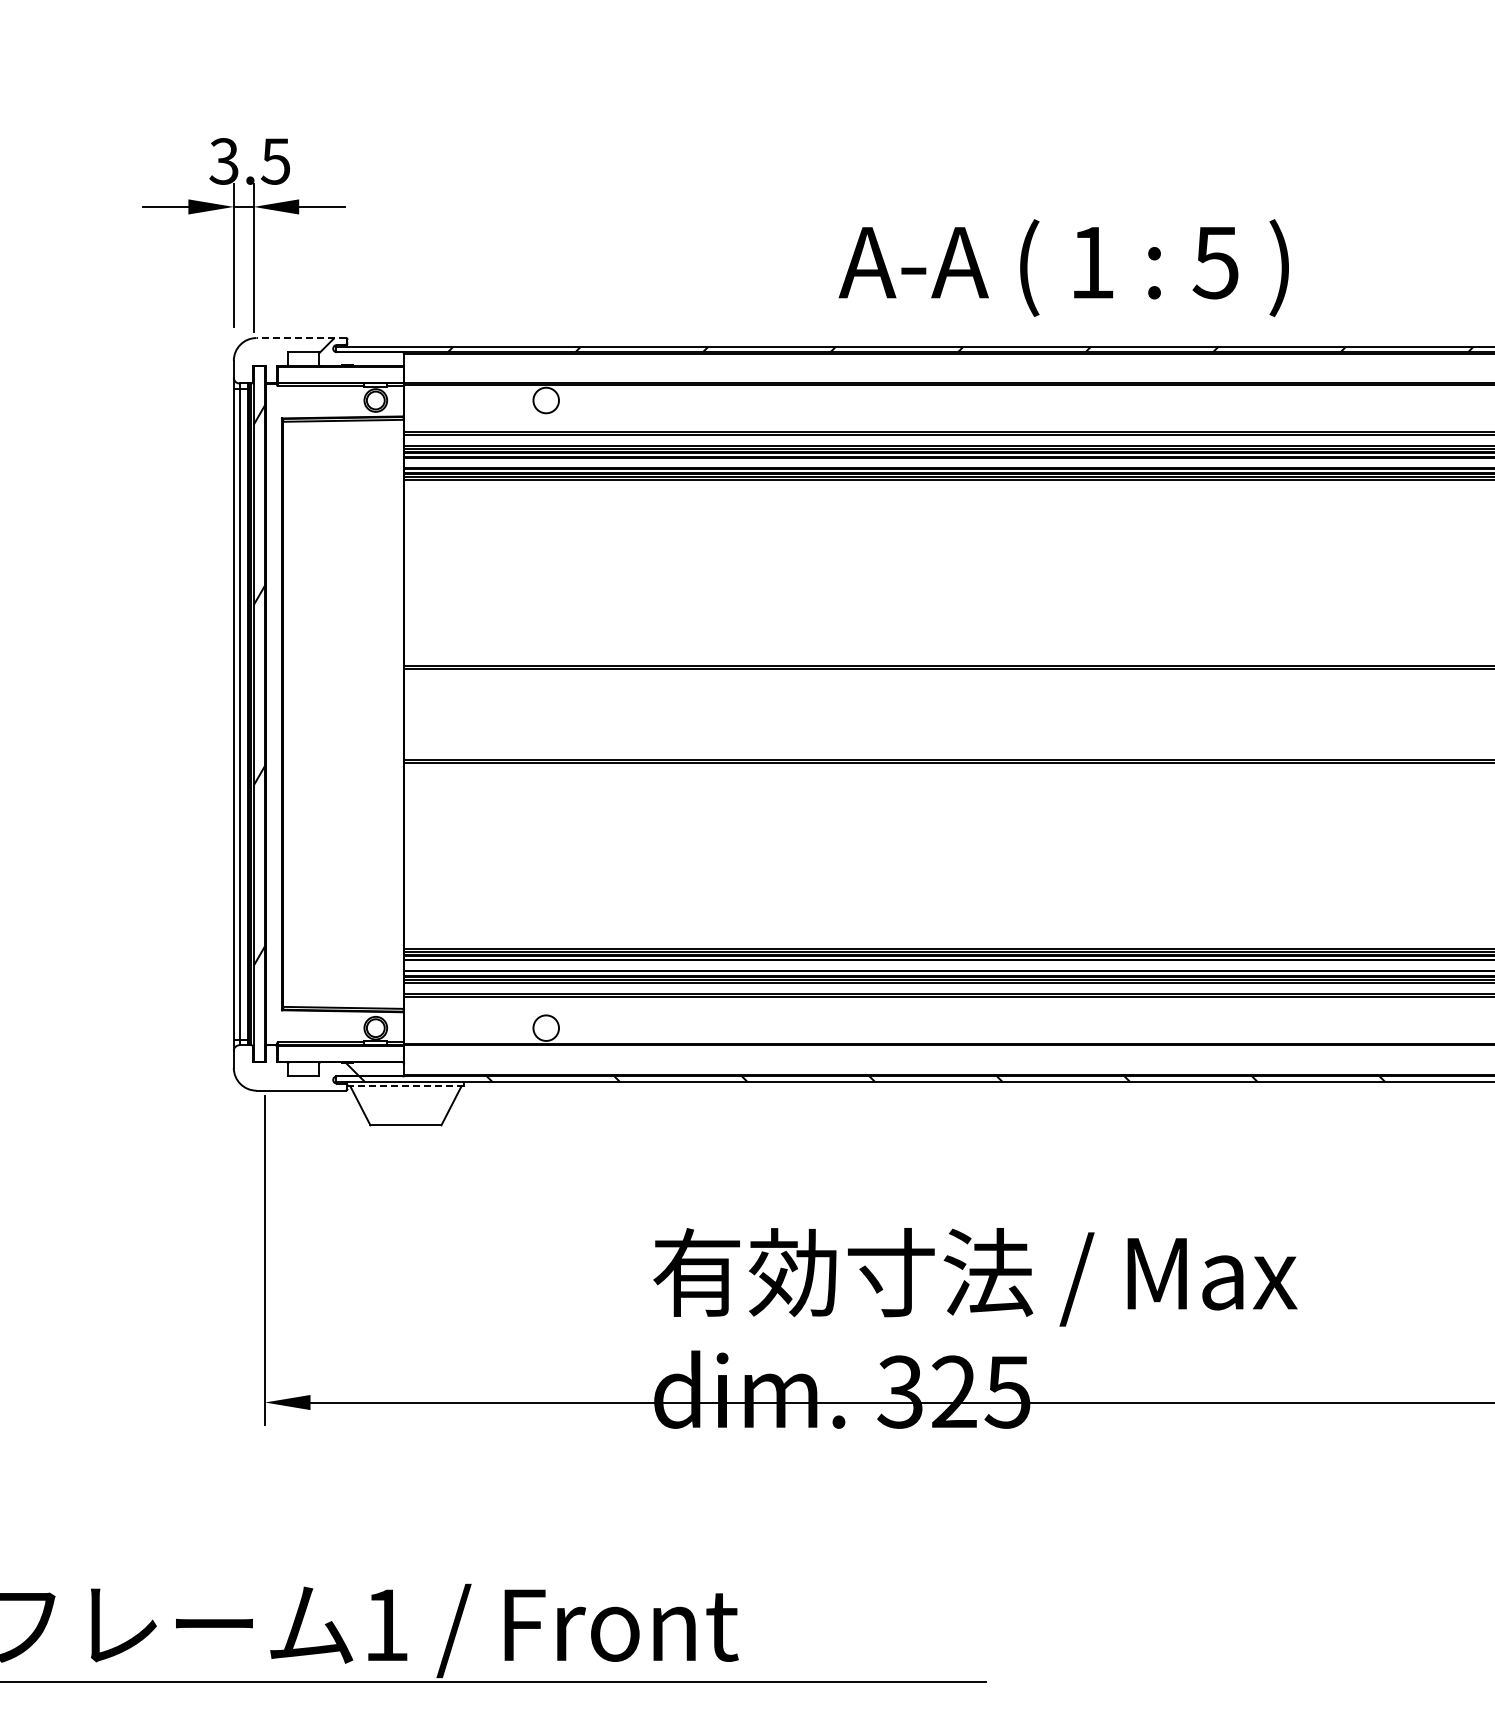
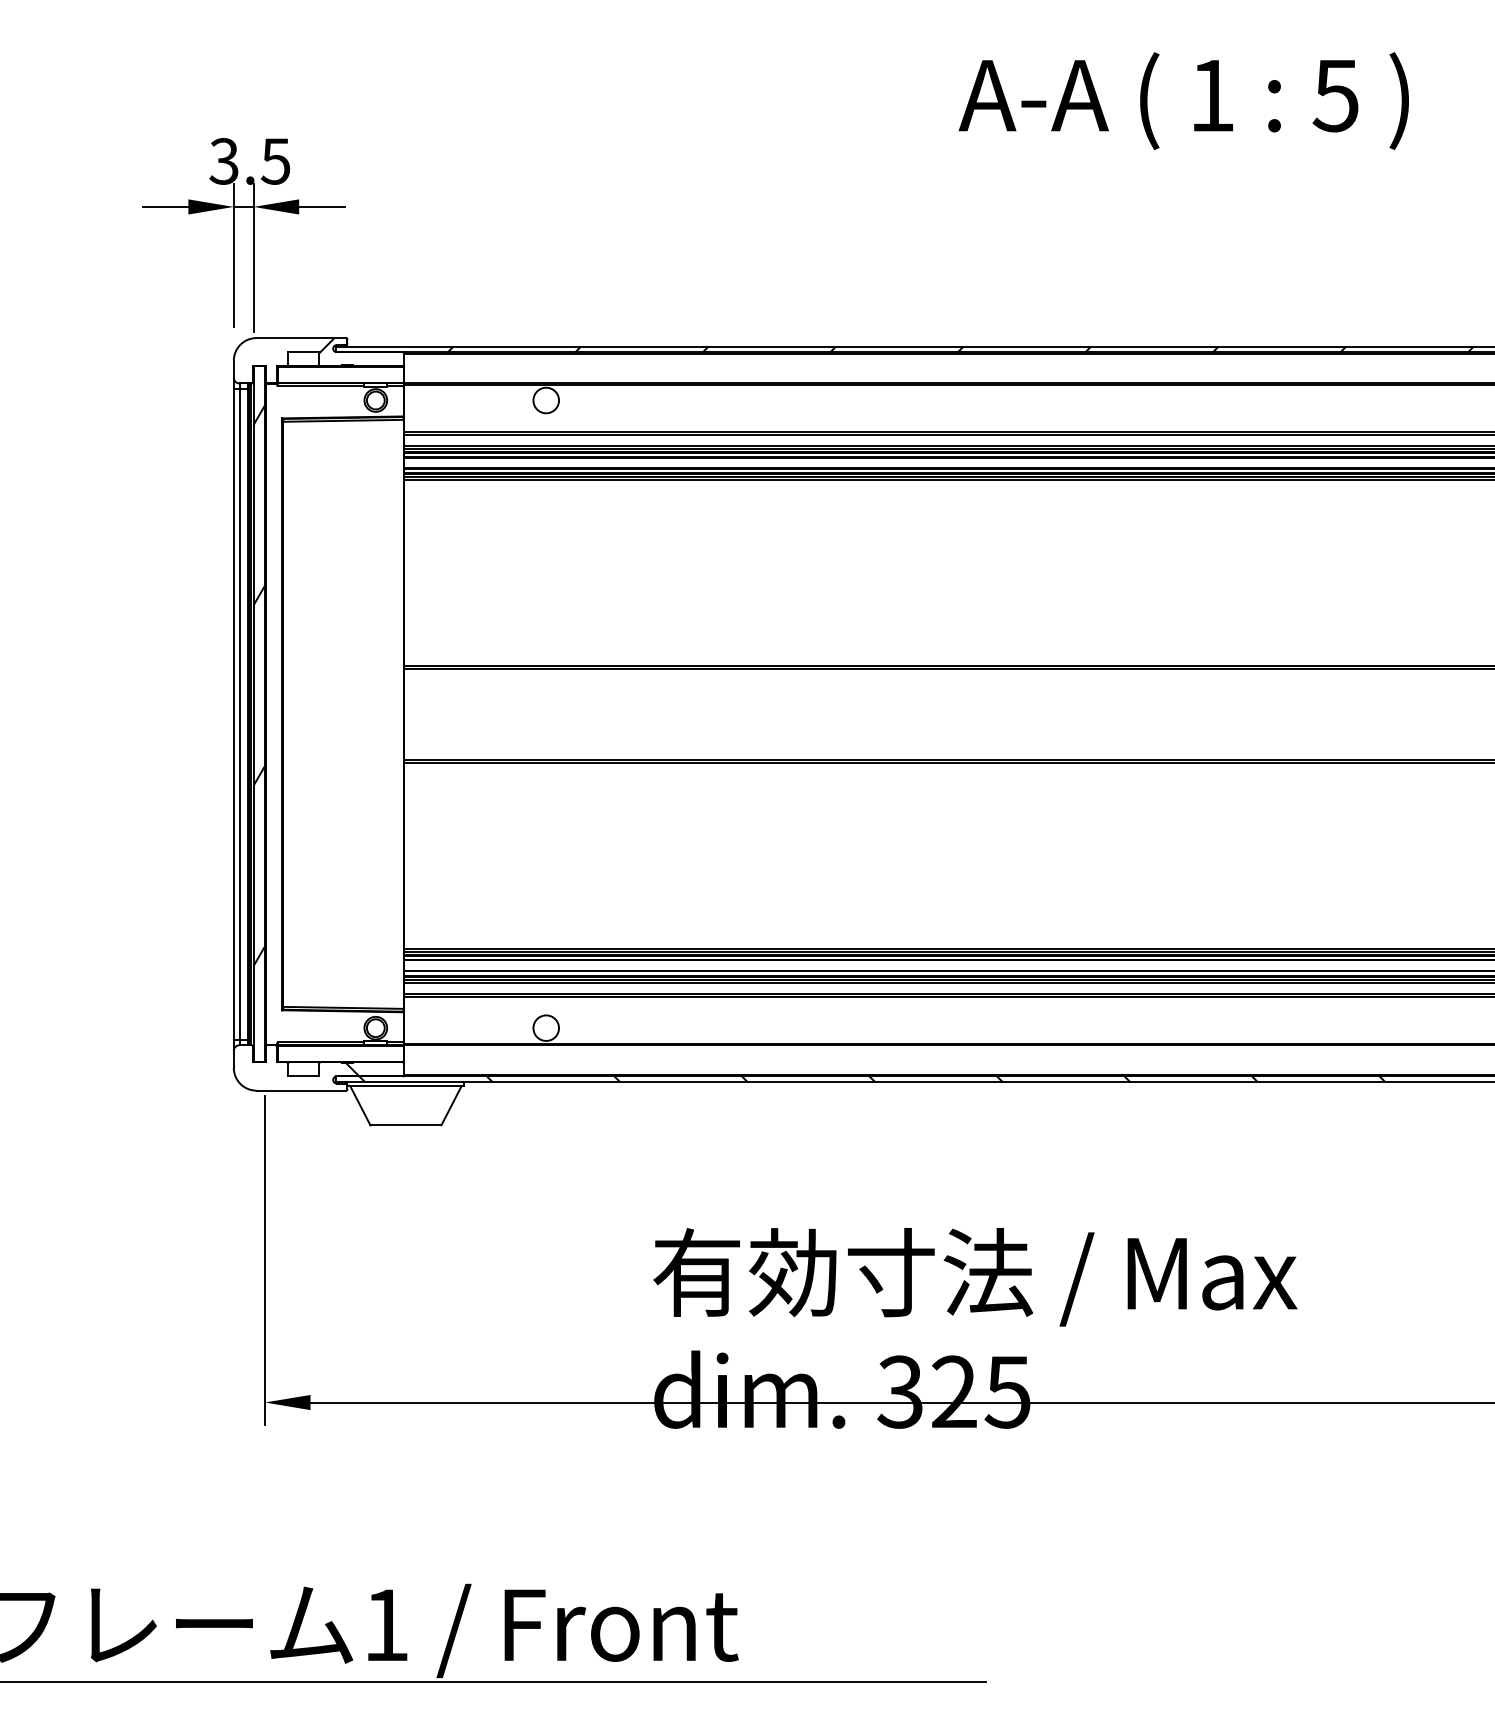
text at (1063, 267) position: (1063, 267) -> (1183, 100)
line at (301, 338): dashed -> solid
line at (405, 1086): dashed -> solid
